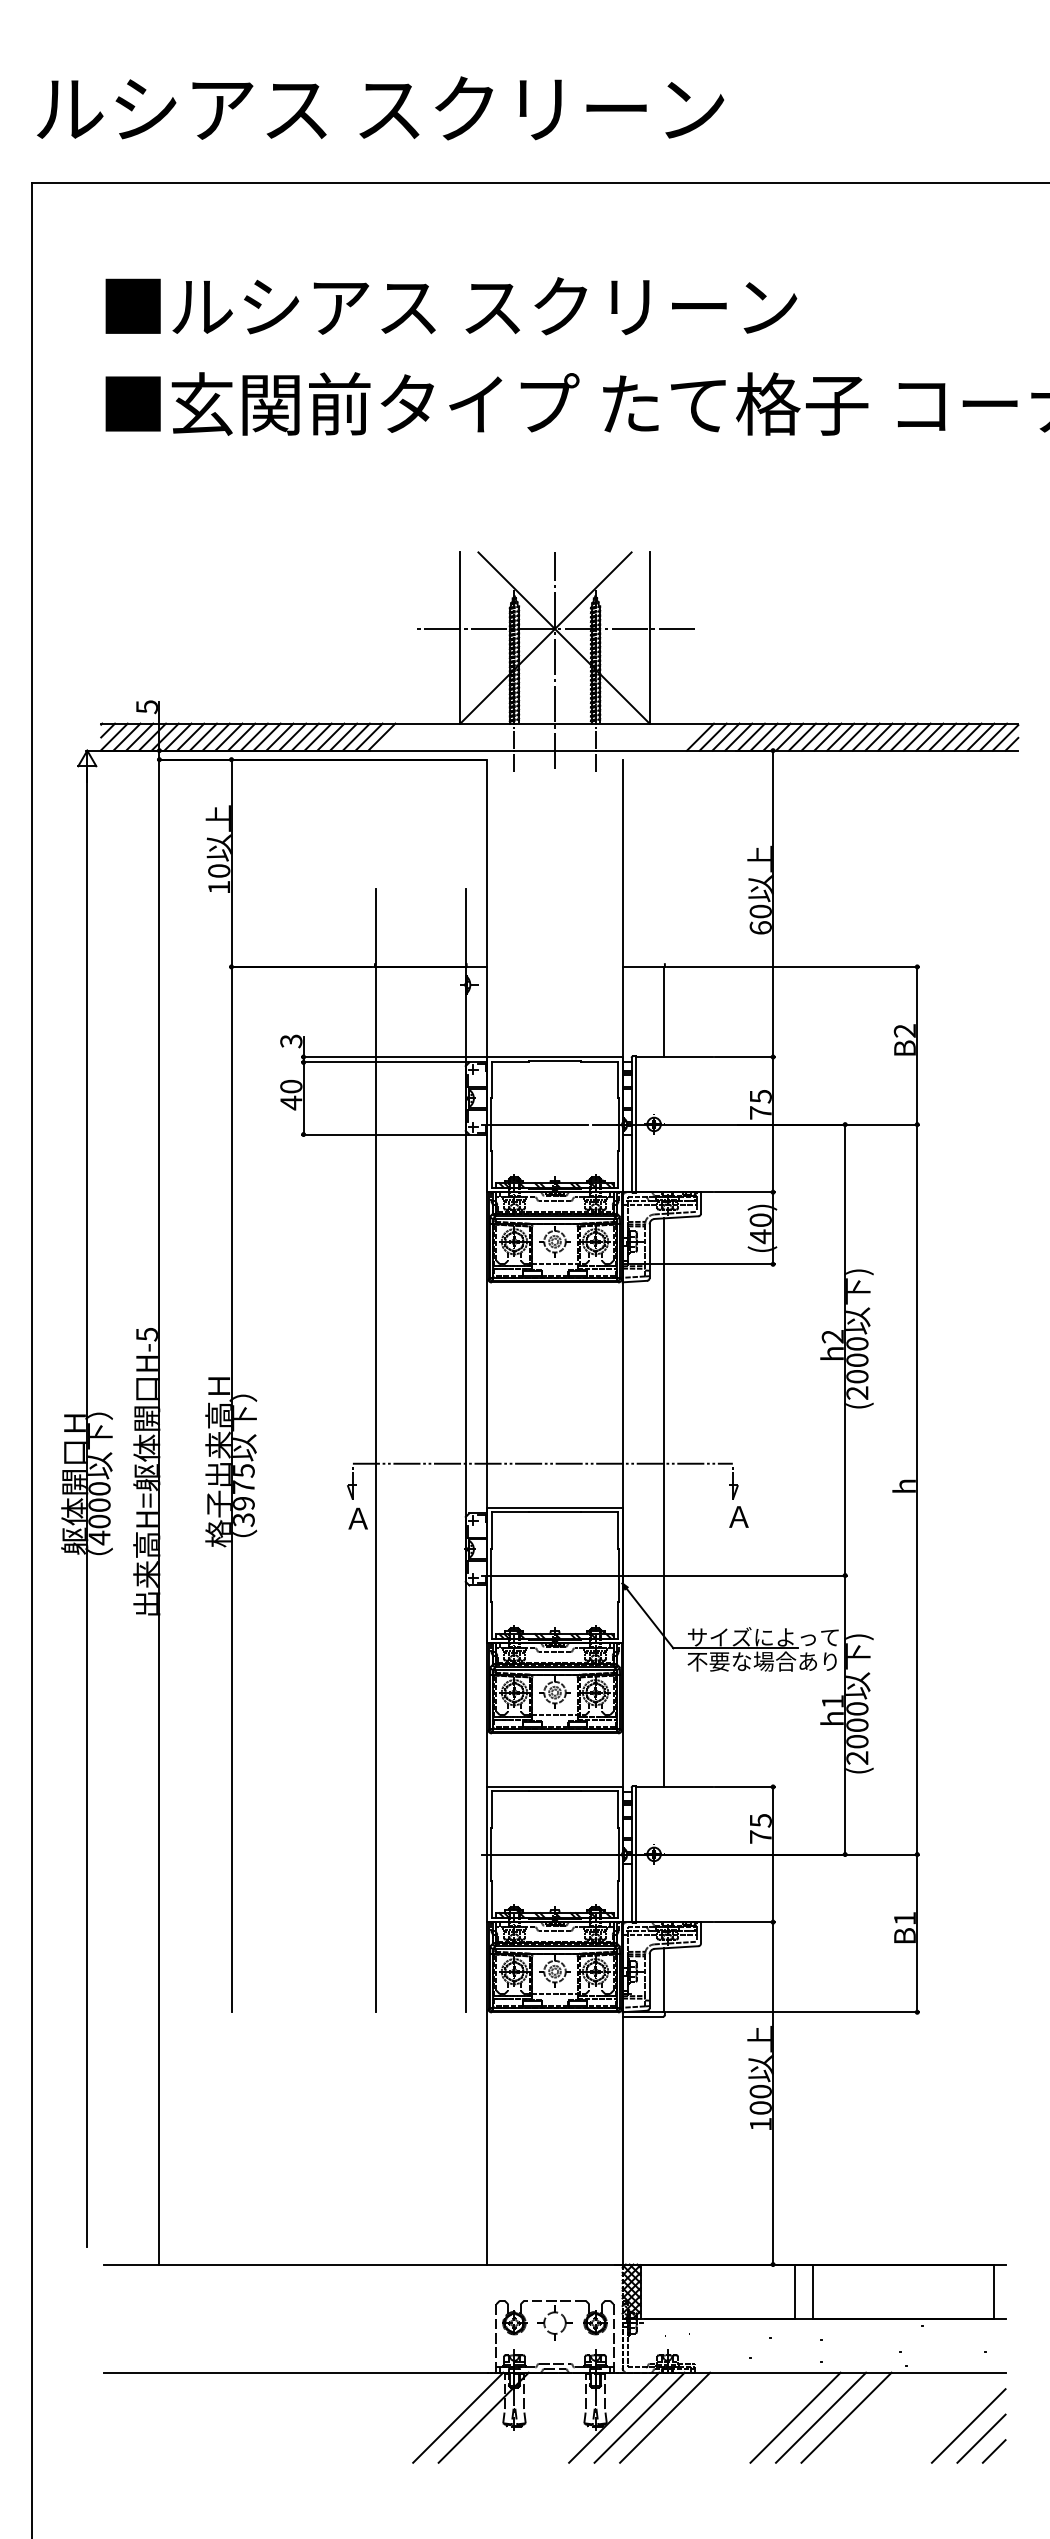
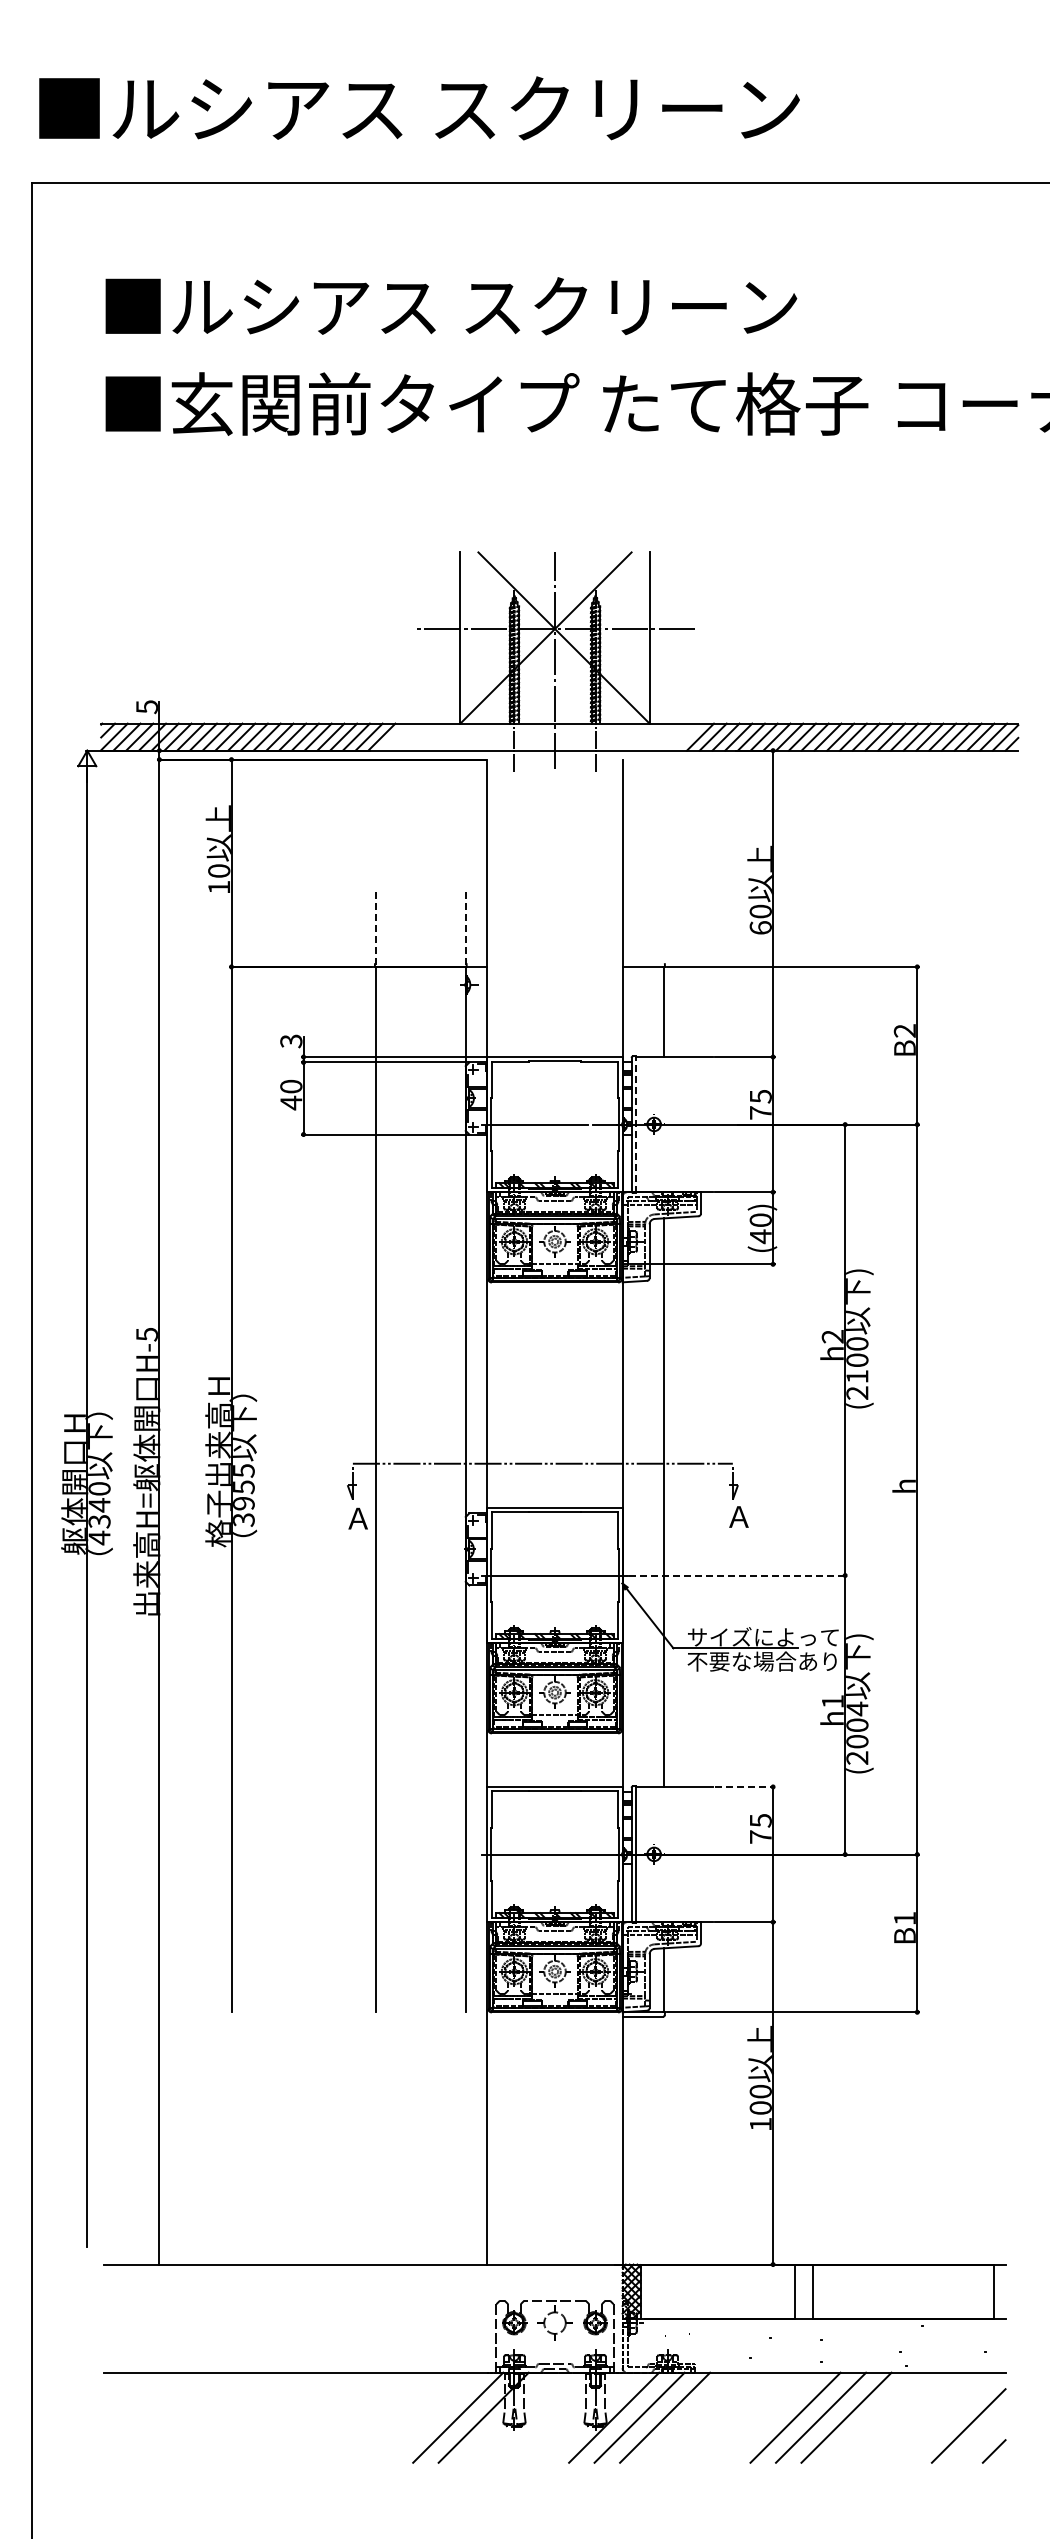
text at (418, 108): ルシアス スクリーン -> ■ルシアス スクリーン
line at (375, 926): solid -> dashed
line at (465, 926): solid -> dashed
line at (636, 1124): solid -> dashed
text at (857, 1376): (2000 -> (2100
text at (243, 1487): 3975 -> 3955
text at (99, 1513): 4000 -> 4340
line at (738, 1575): solid -> dashed
text at (857, 1708): (2000 -> (2004
line at (745, 1786): solid -> dashed
line at (981, 2438): present -> none
